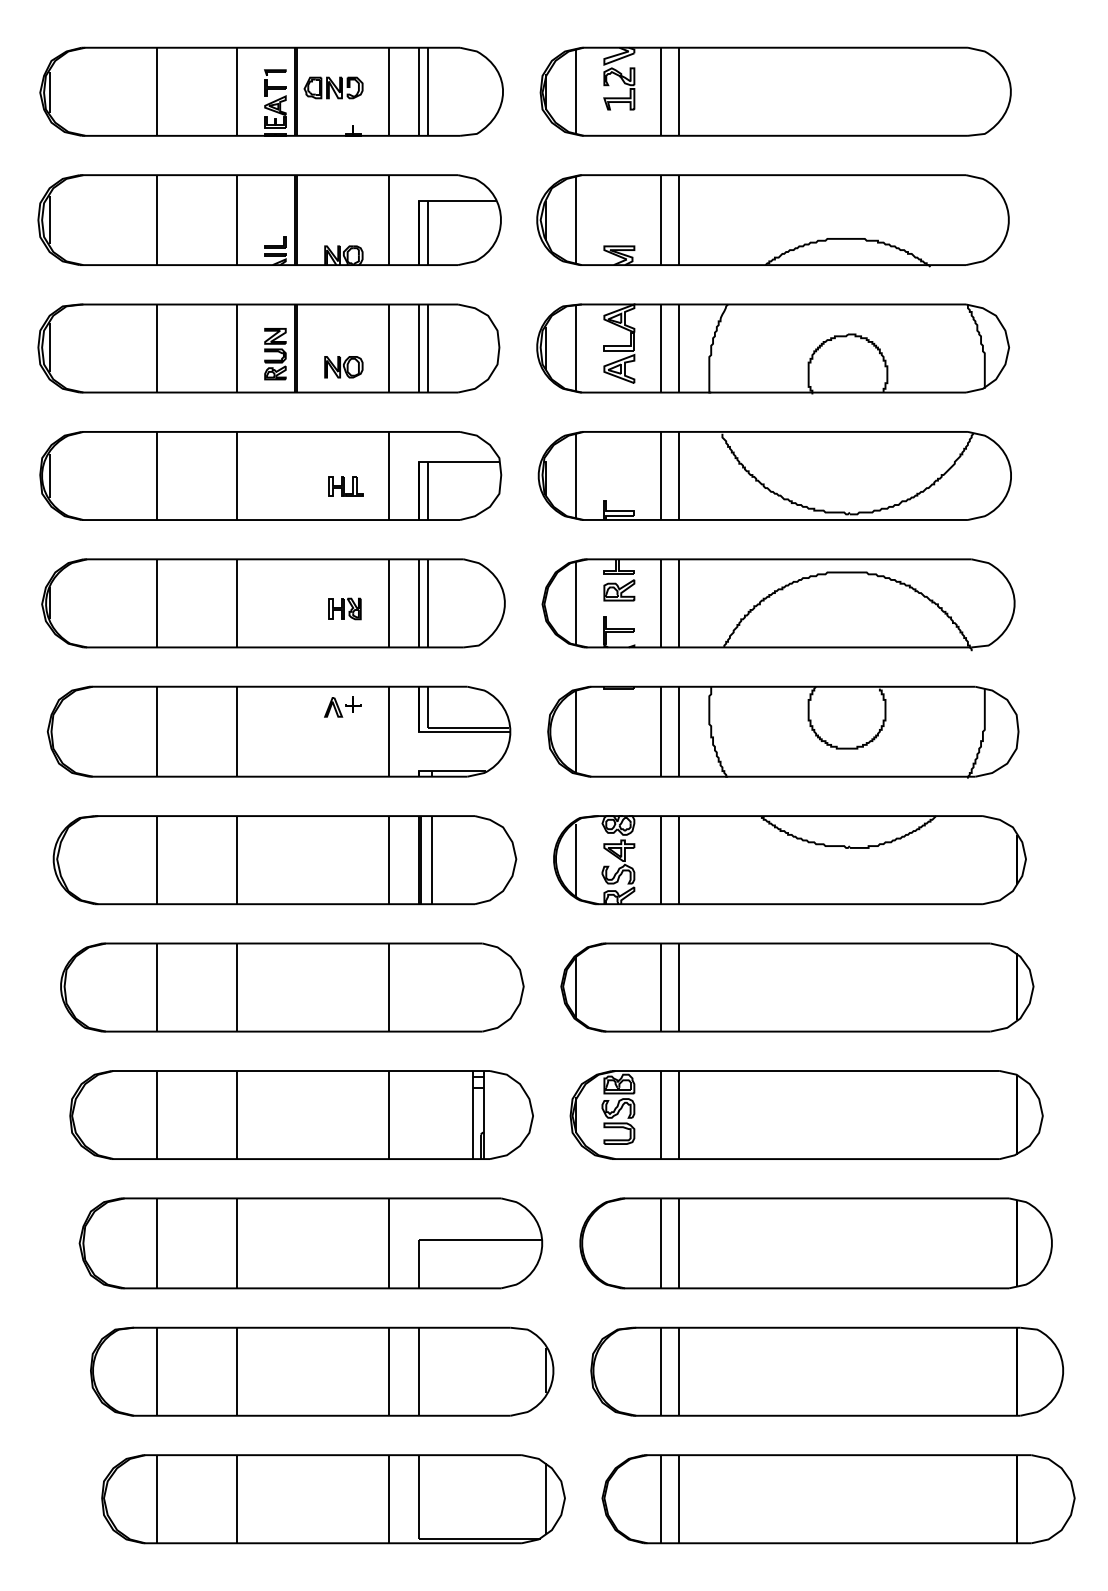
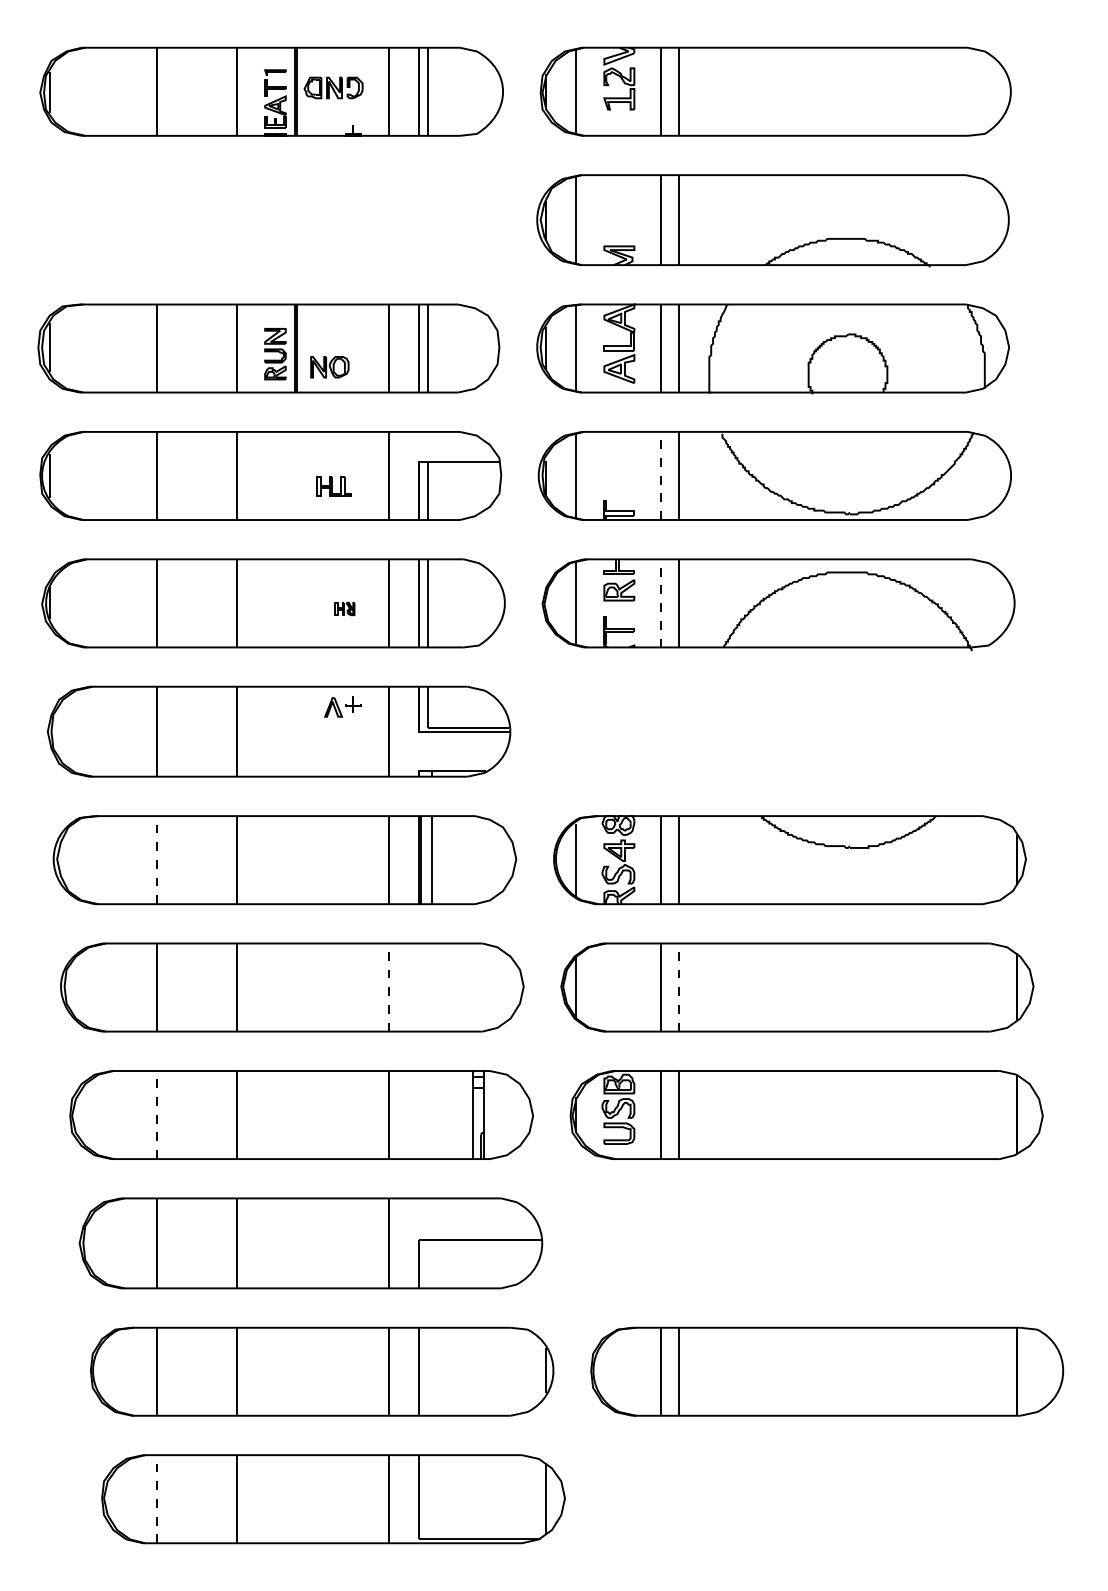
part at (269, 219): present -> none
part at (343, 367) position: (343, 367) -> (329, 367)
line at (660, 475): solid -> dashed
part at (345, 486) position: (345, 486) -> (333, 486)
line at (660, 602): solid -> dashed
part at (344, 608) size: 34x24 px -> 22x16 px
part at (783, 731): present -> none
line at (156, 859): solid -> dashed
line at (388, 987): solid -> dashed
line at (679, 987): solid -> dashed
line at (156, 1114): solid -> dashed
part at (815, 1243): present -> none
line at (156, 1498): solid -> dashed
part at (838, 1499): present -> none
